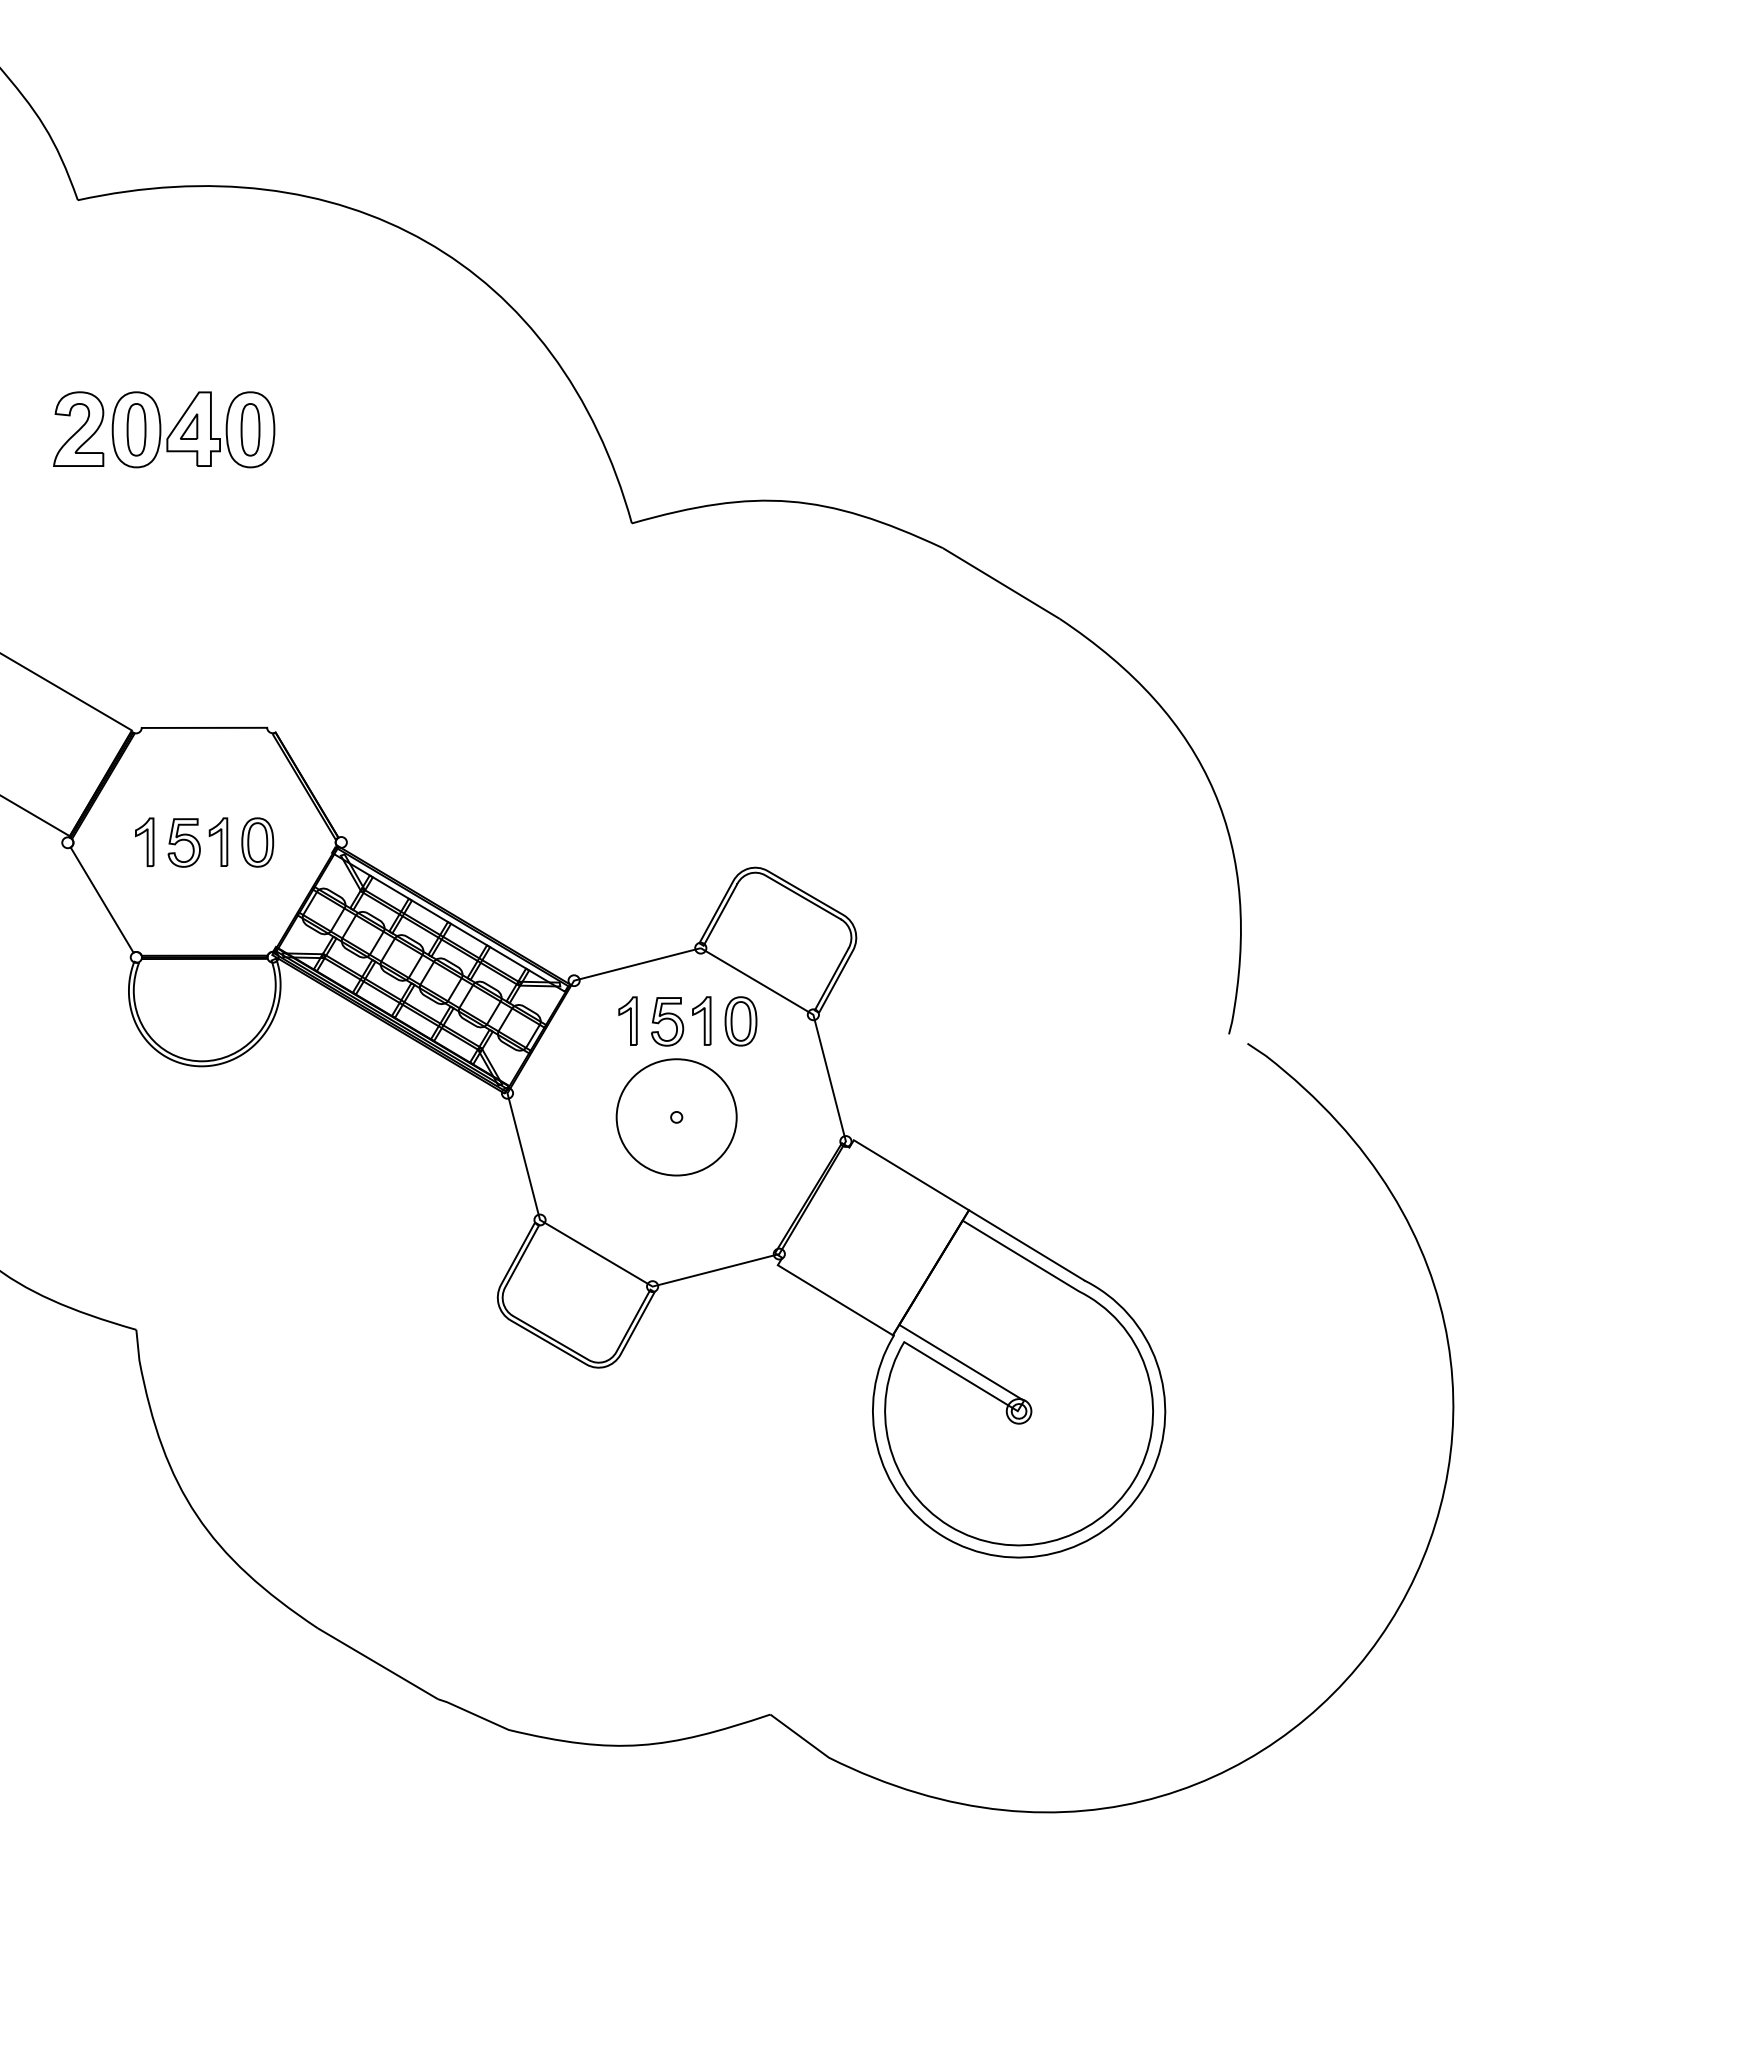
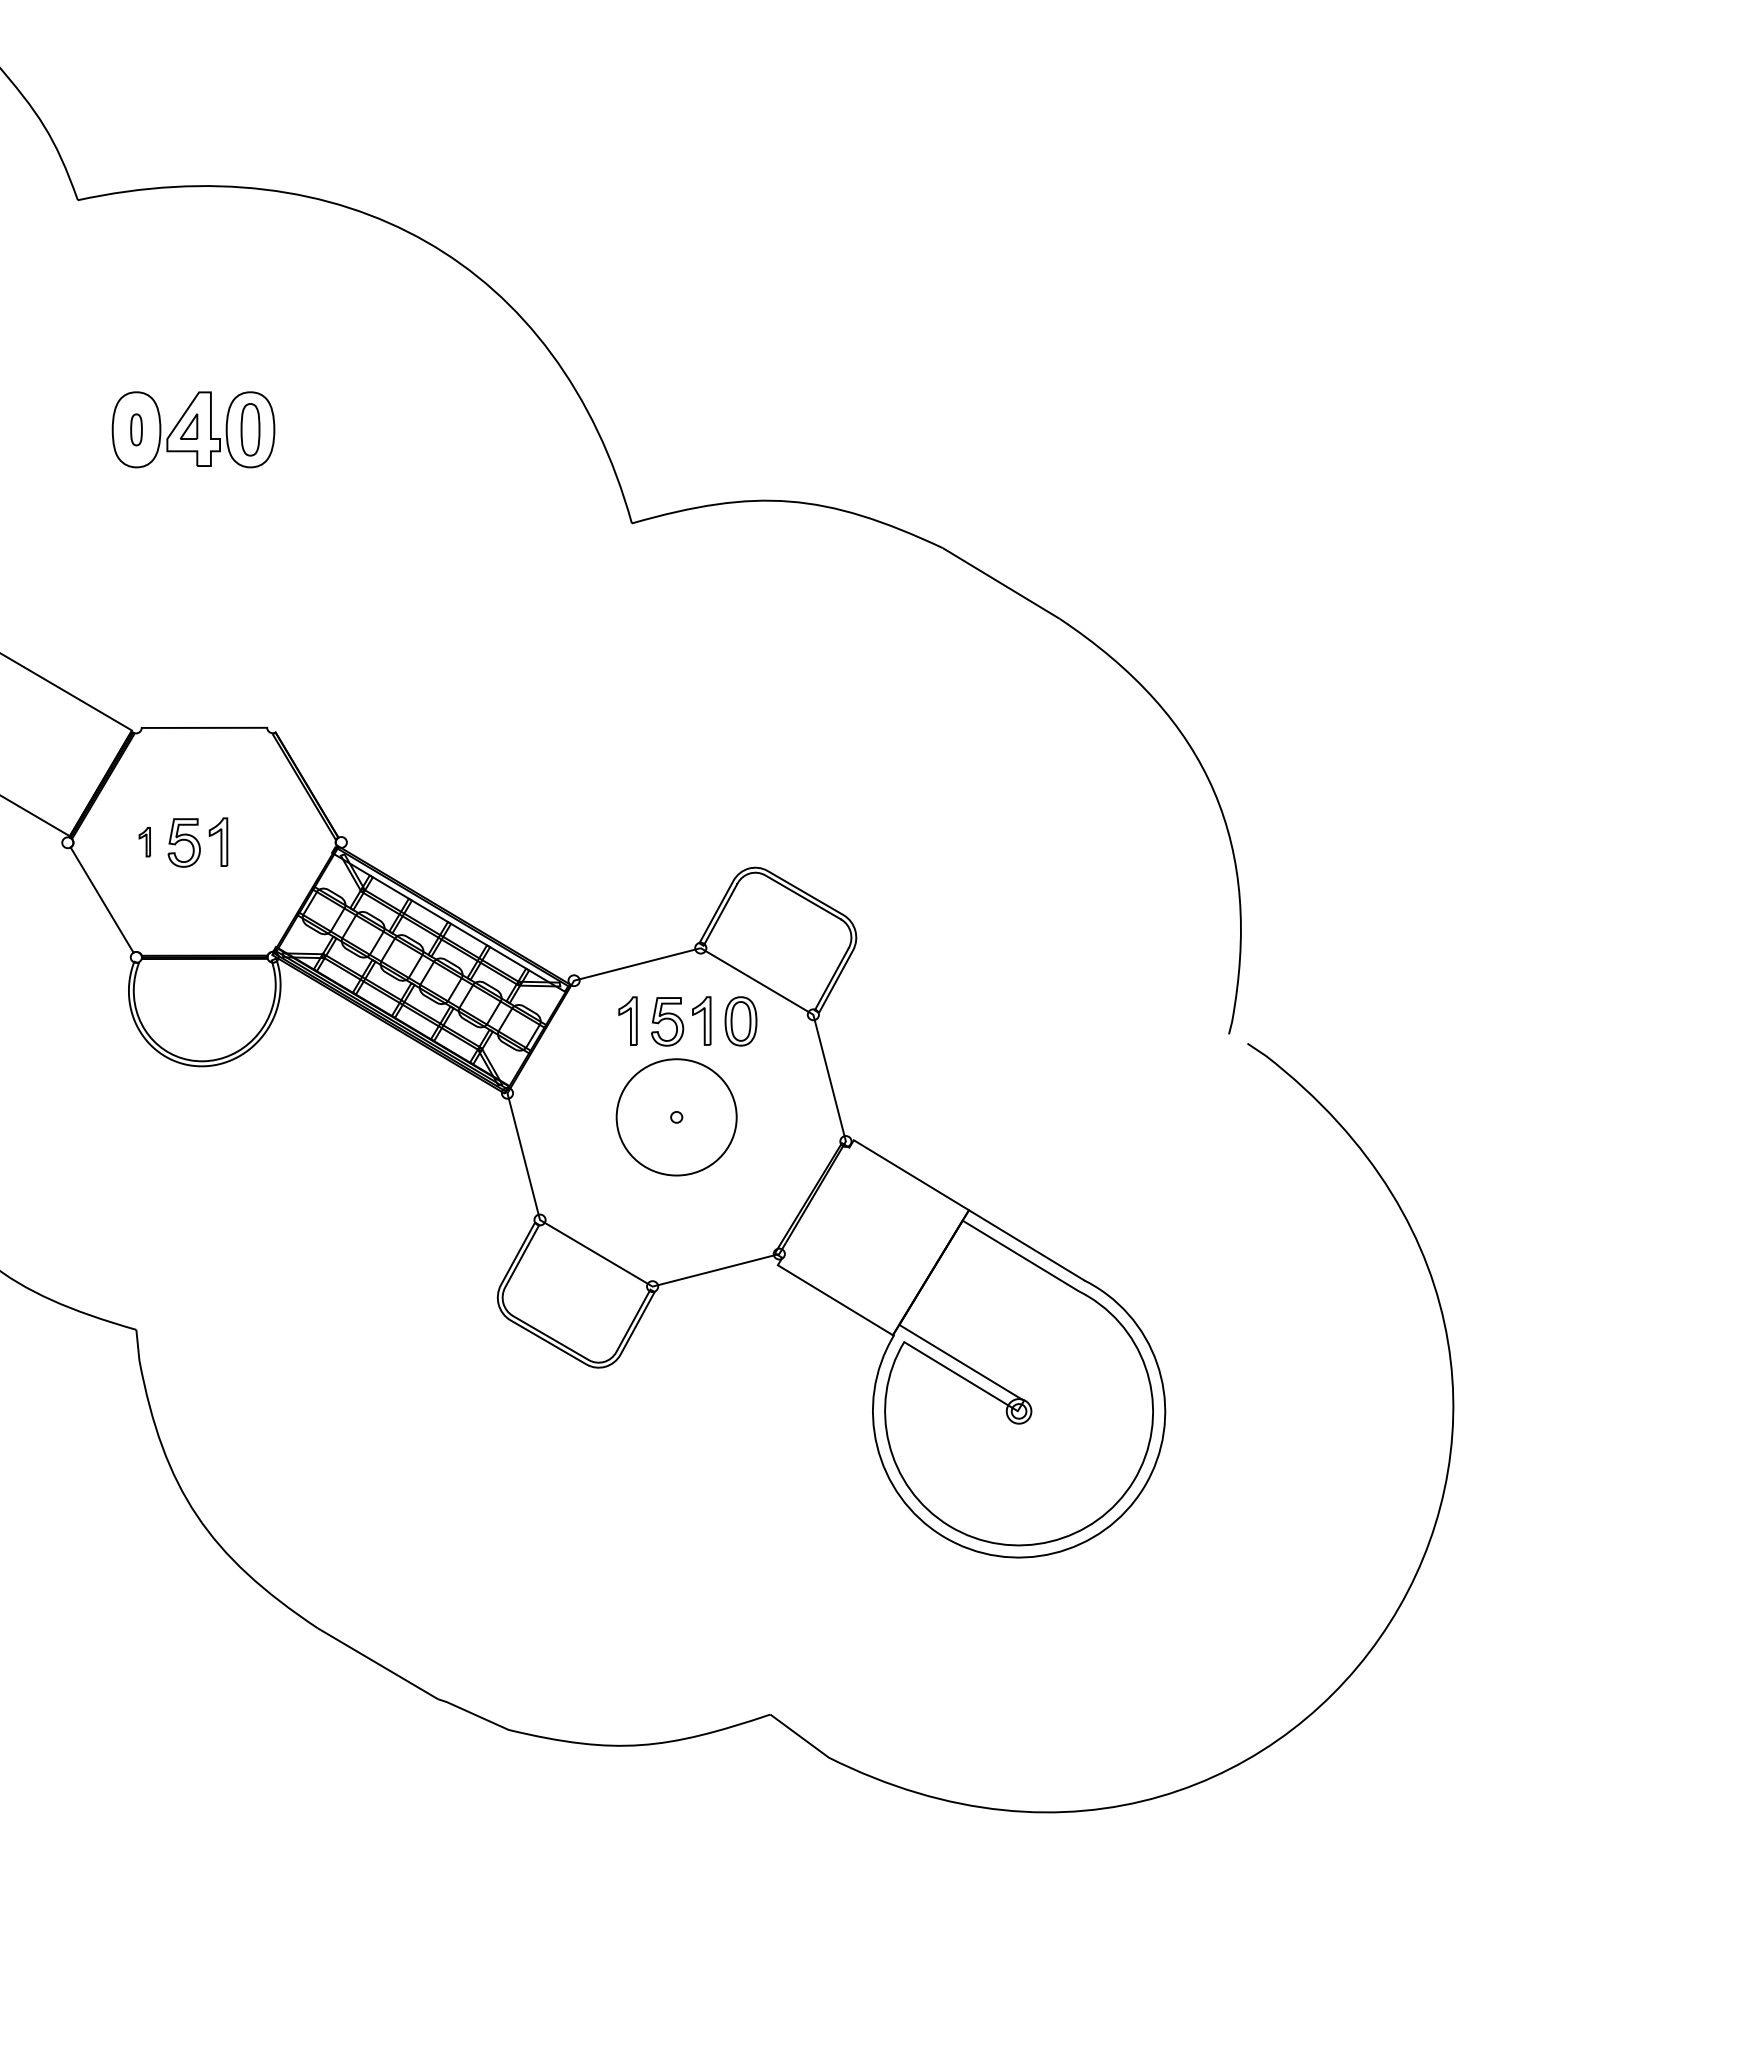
part at (78, 428): present -> none
part at (136, 429) size: 21x54 px -> 13x34 px
part at (144, 841) size: 20x50 px -> 13x31 px
part at (257, 842): present -> none
